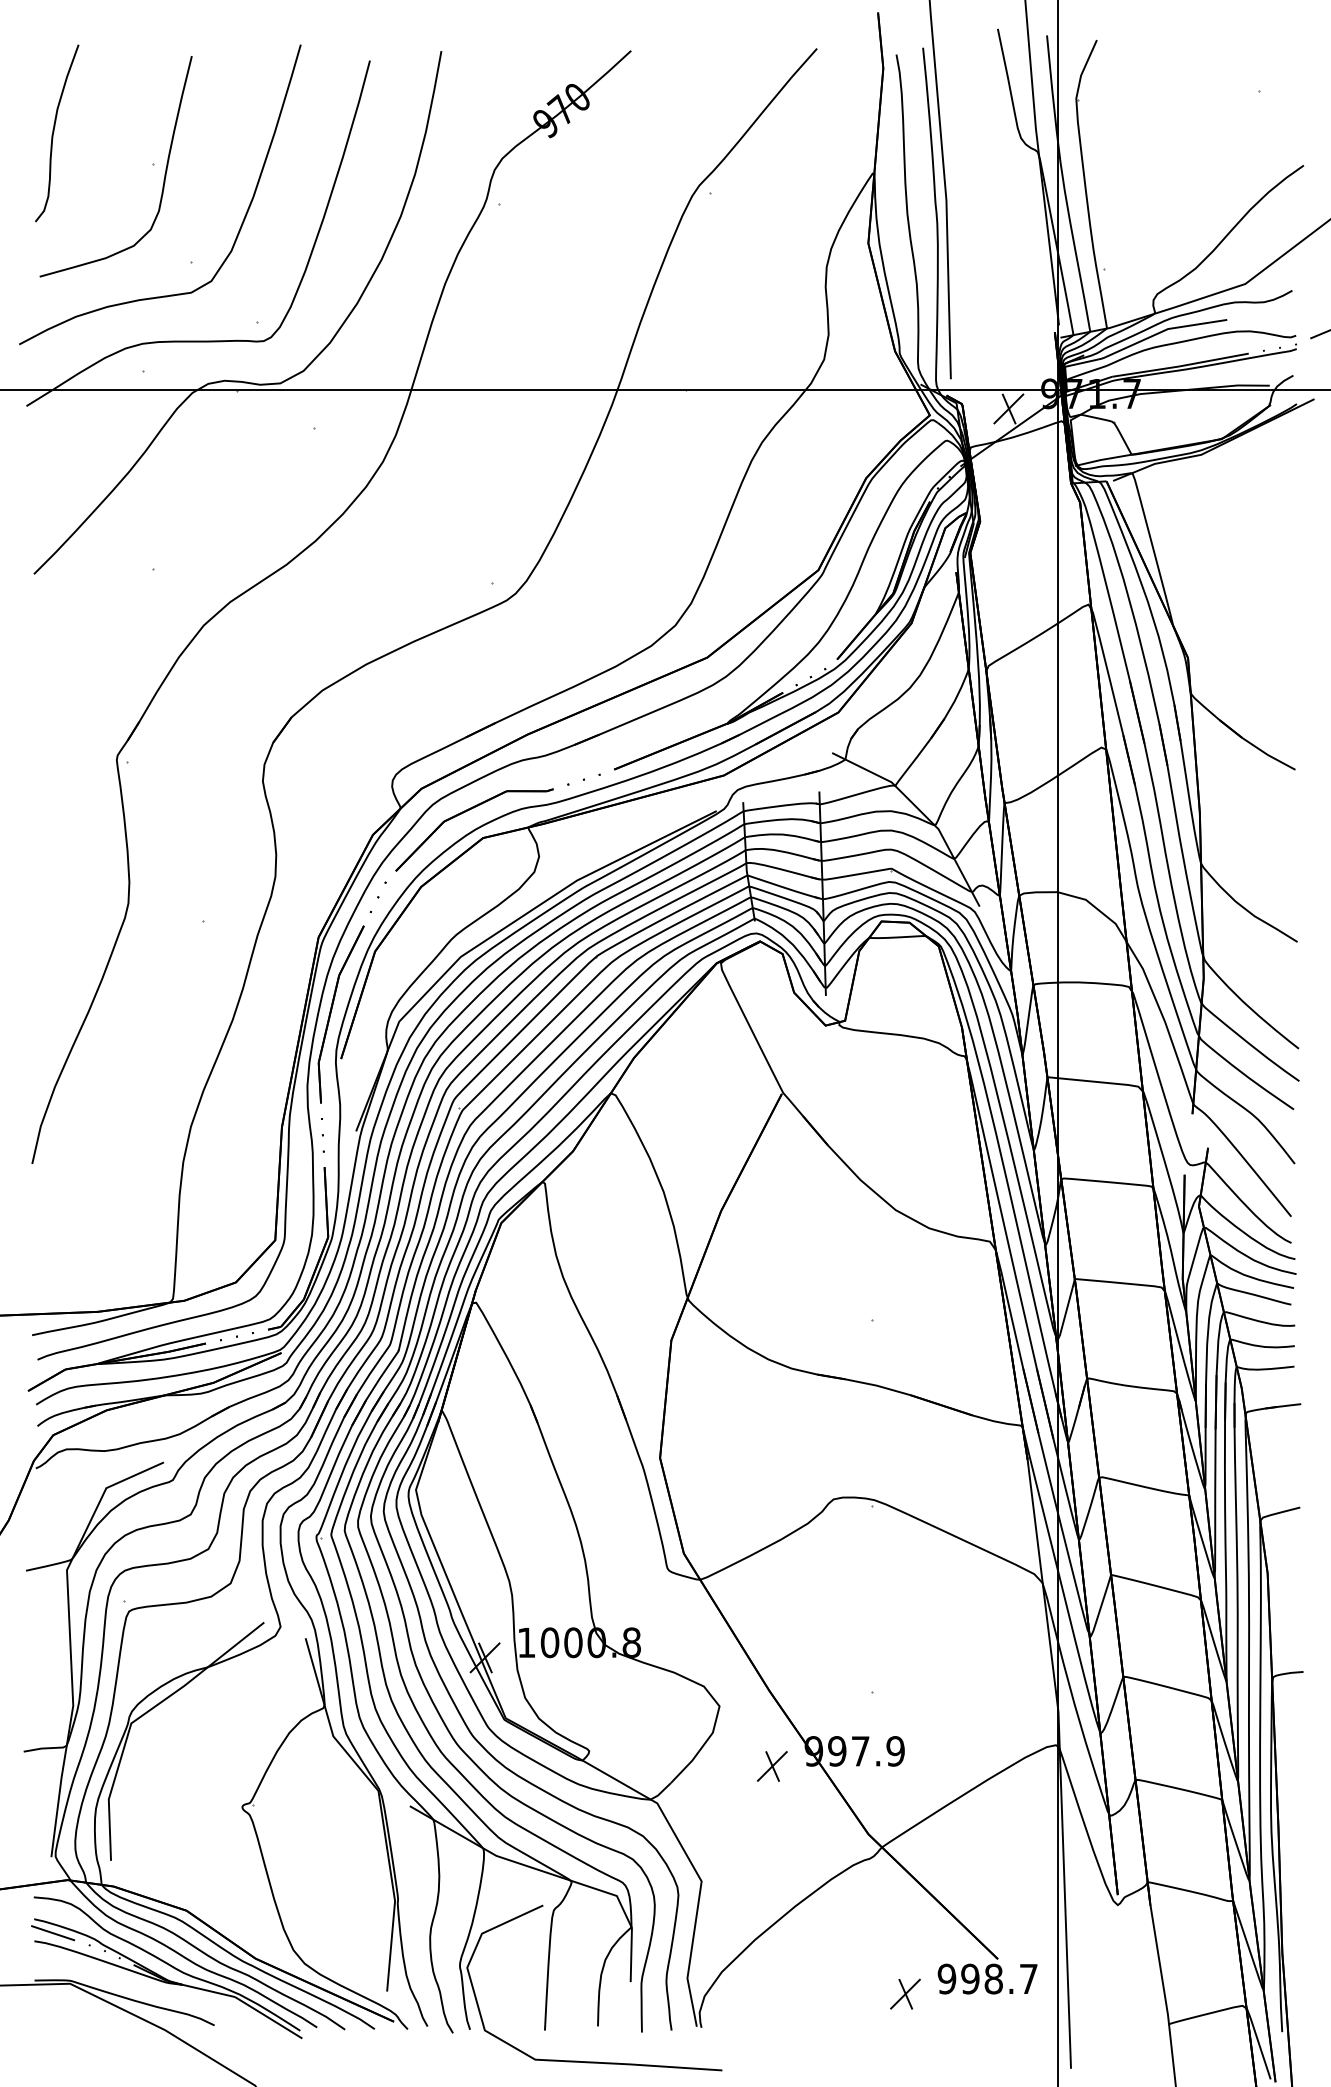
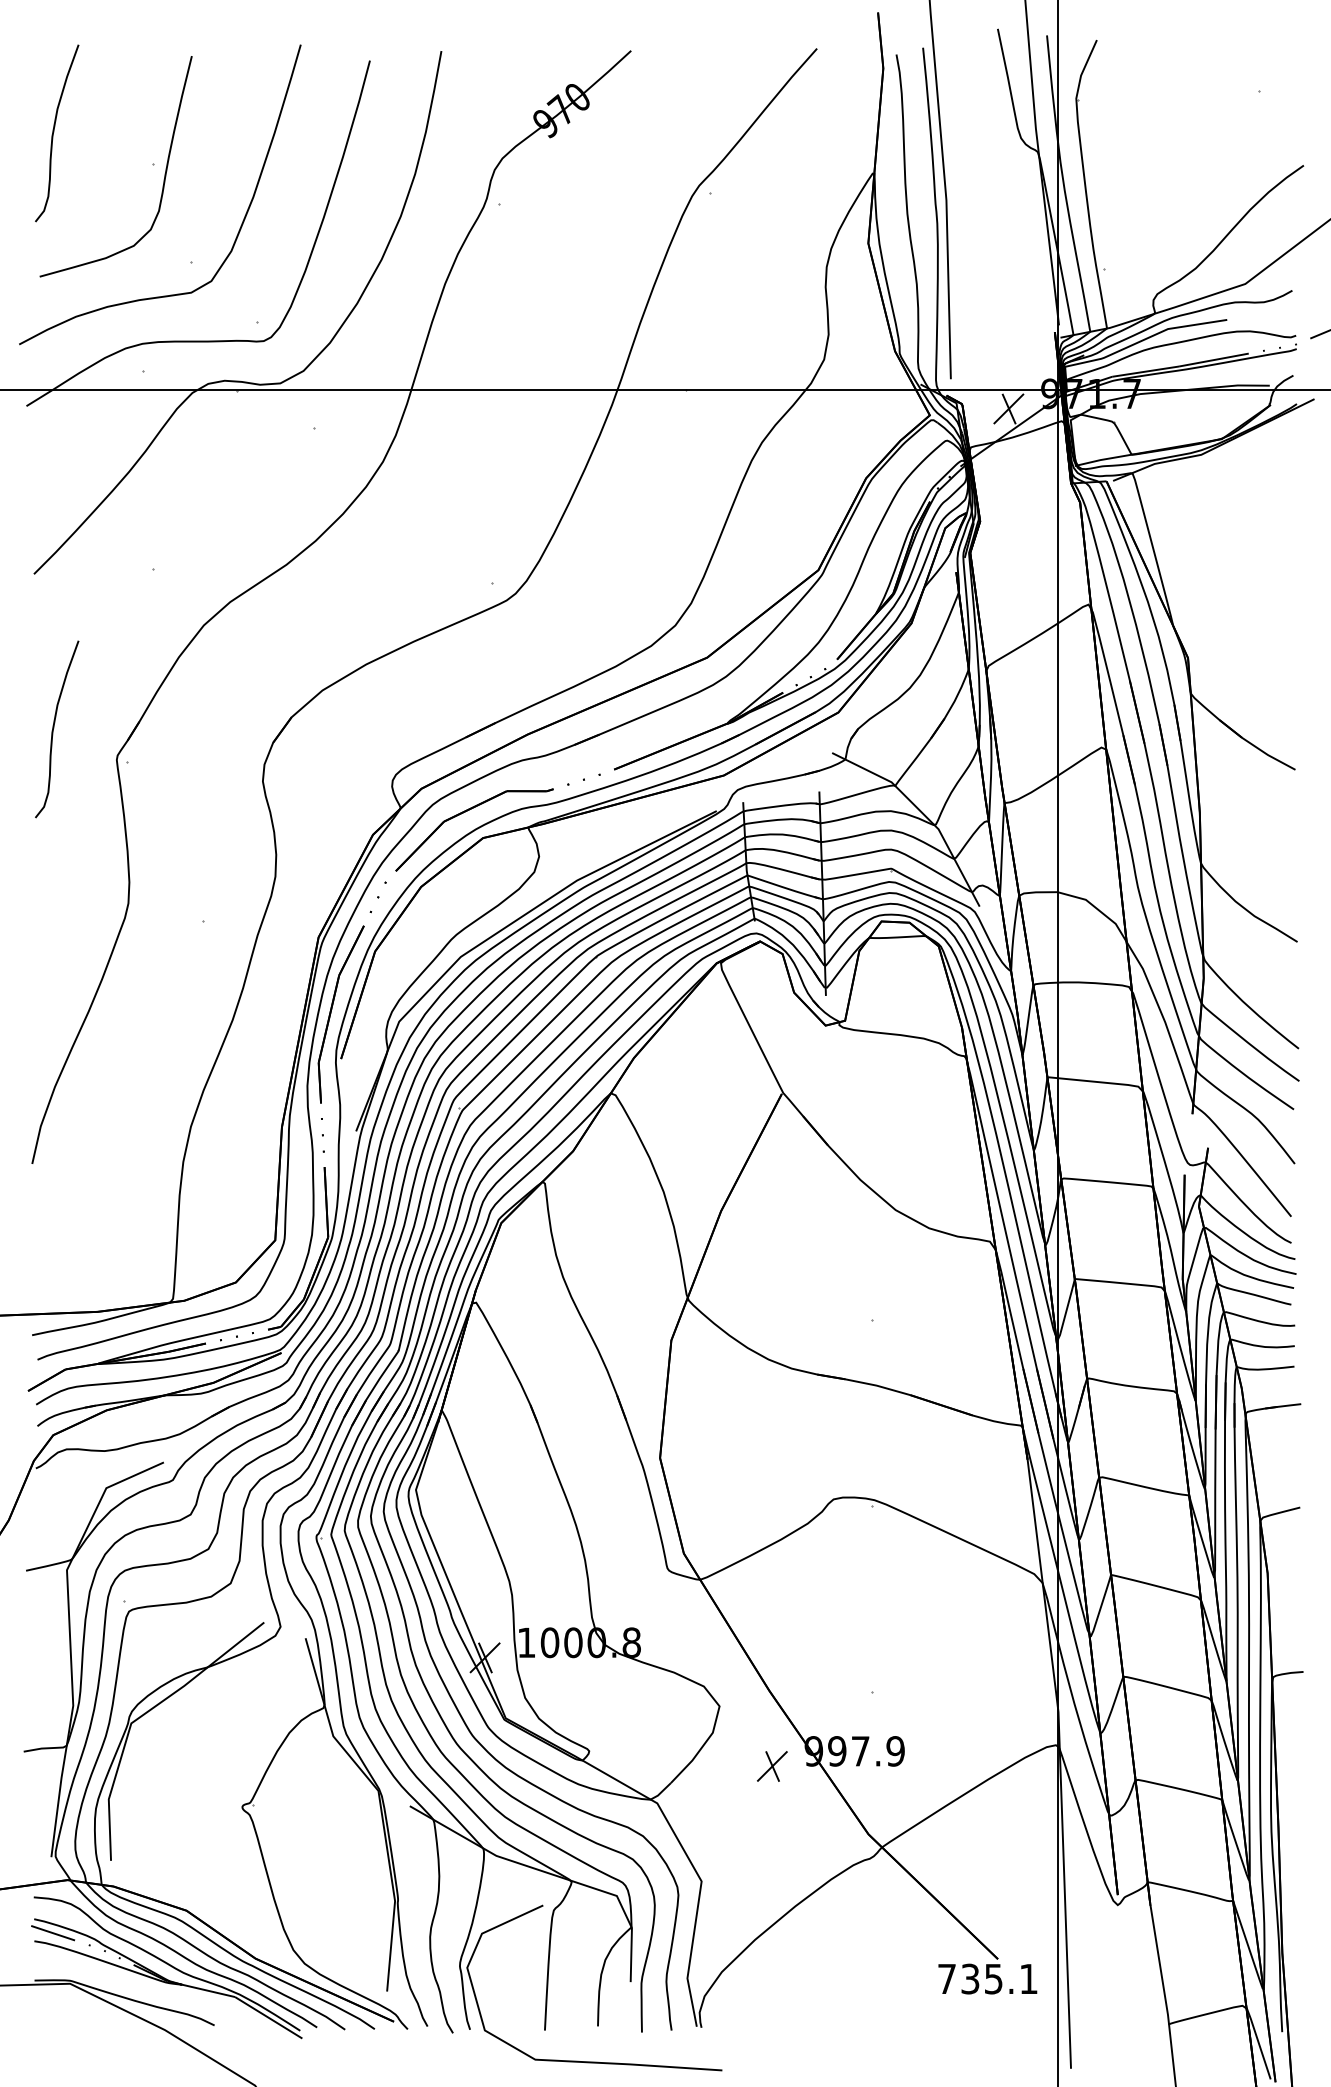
curve at (54, 728): none -> present
text at (987, 1978): 998.7 -> 735.1
part at (905, 1993): present -> none
